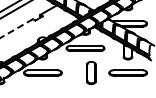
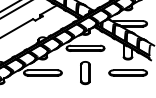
line at (16, 28): dashed -> solid
part at (91, 73) position: (91, 73) -> (85, 73)
